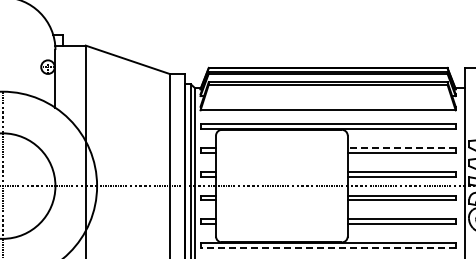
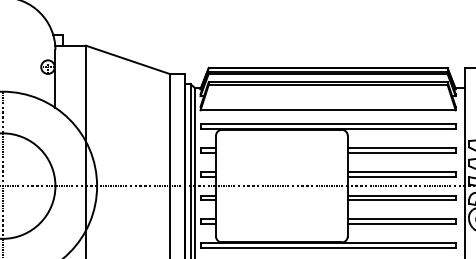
line at (401, 148): dashed -> solid
line at (328, 247): dashed -> solid
